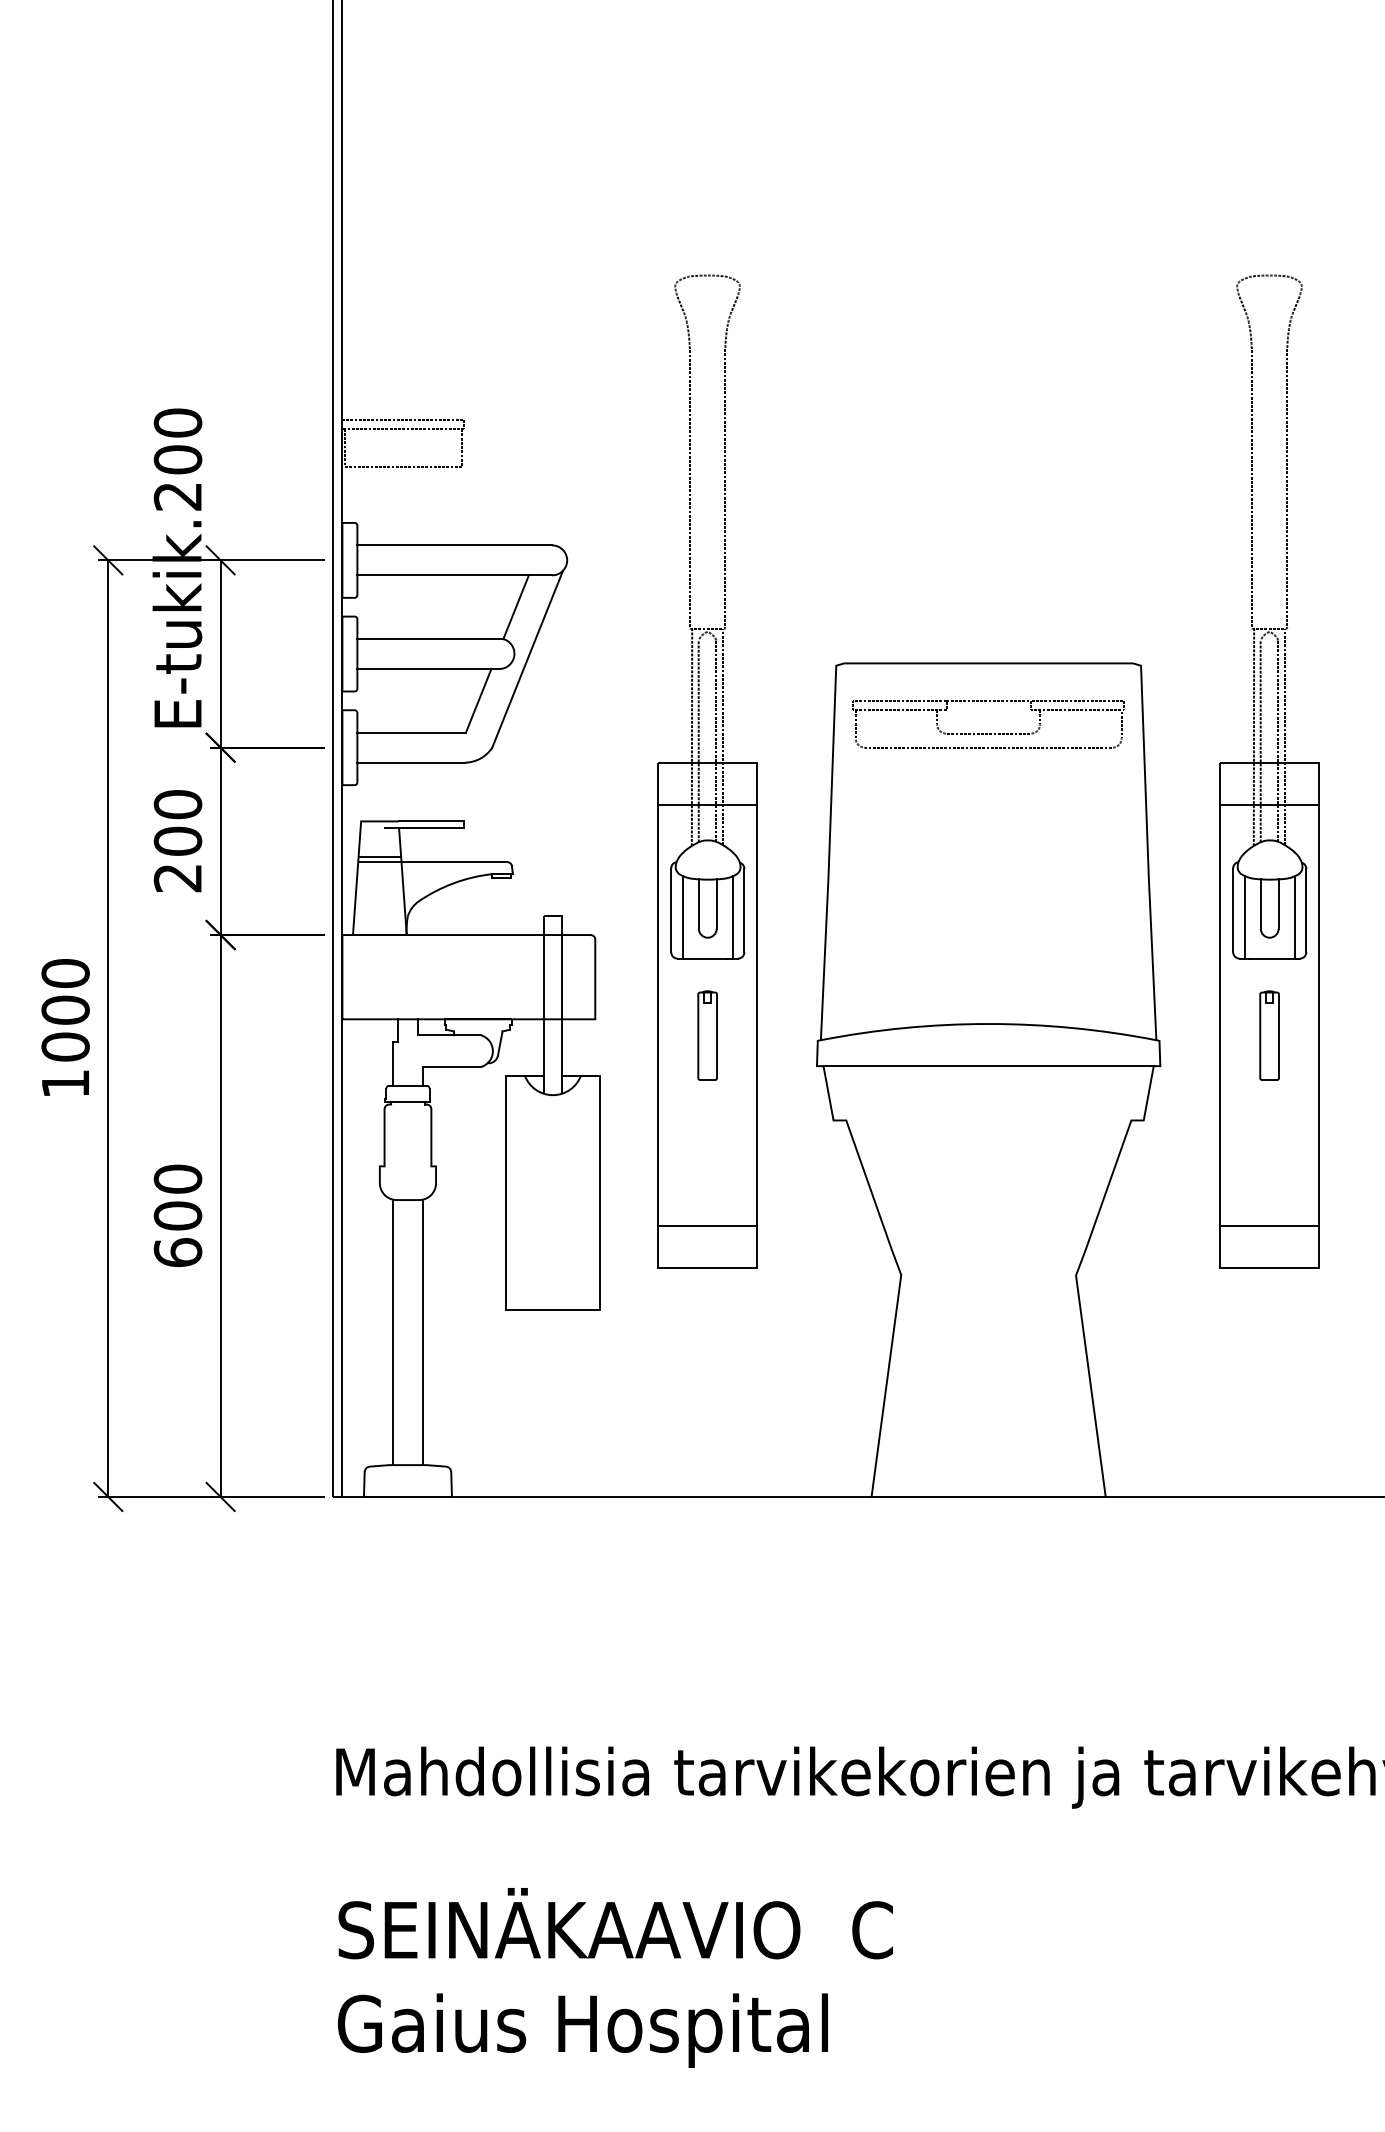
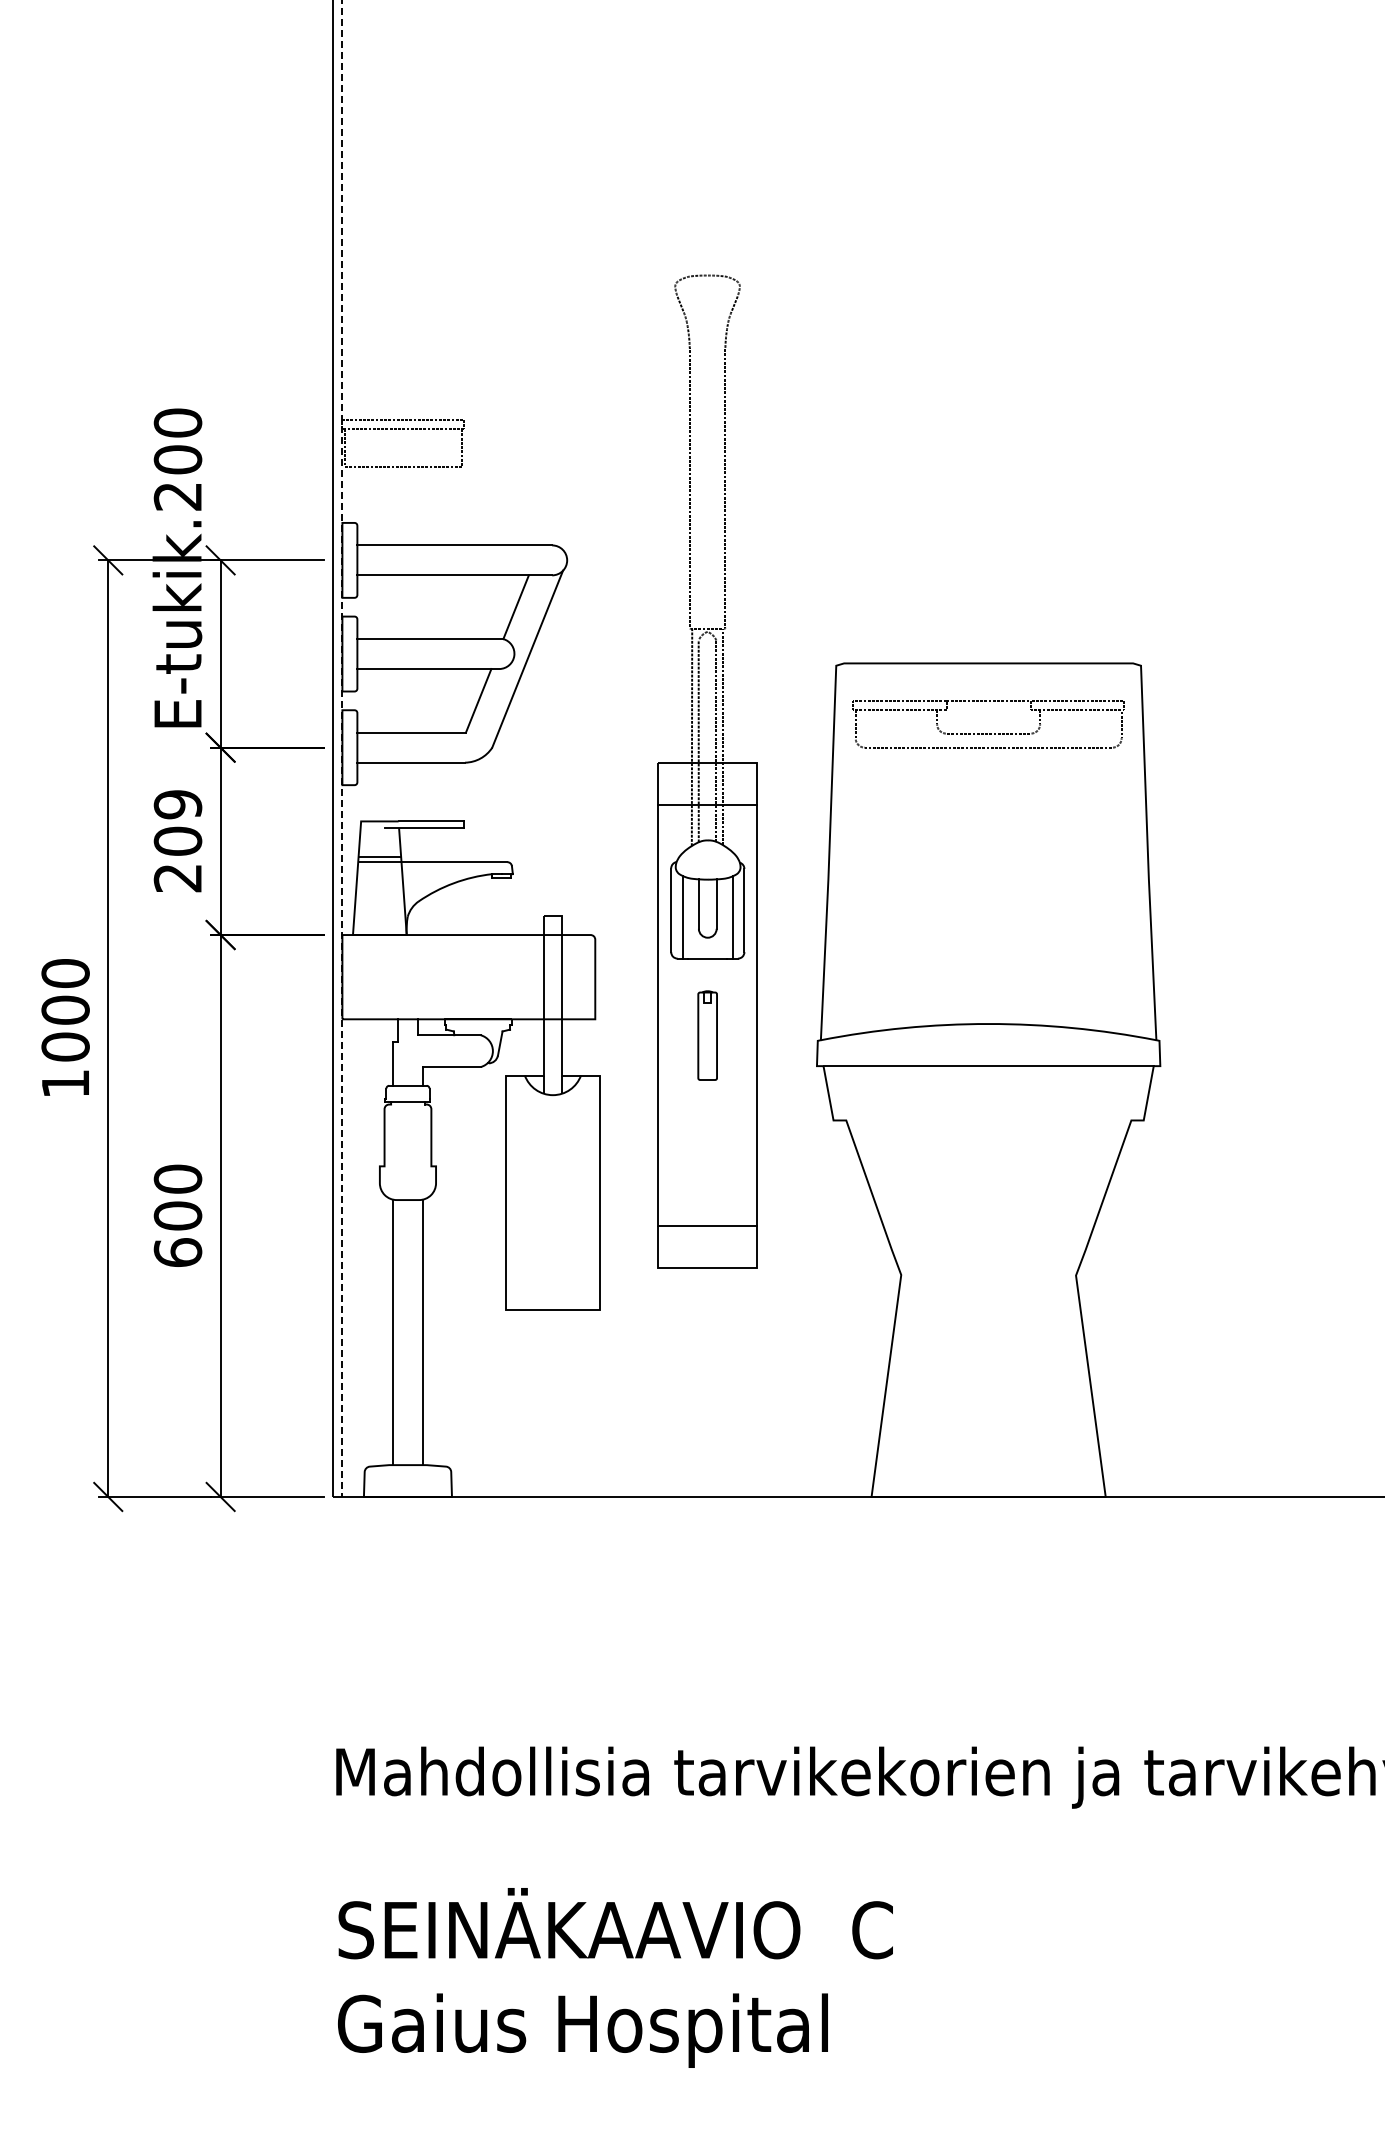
line at (342, 749): solid -> dashed
part at (1269, 771): present -> none
text at (178, 804): 200 -> 209
